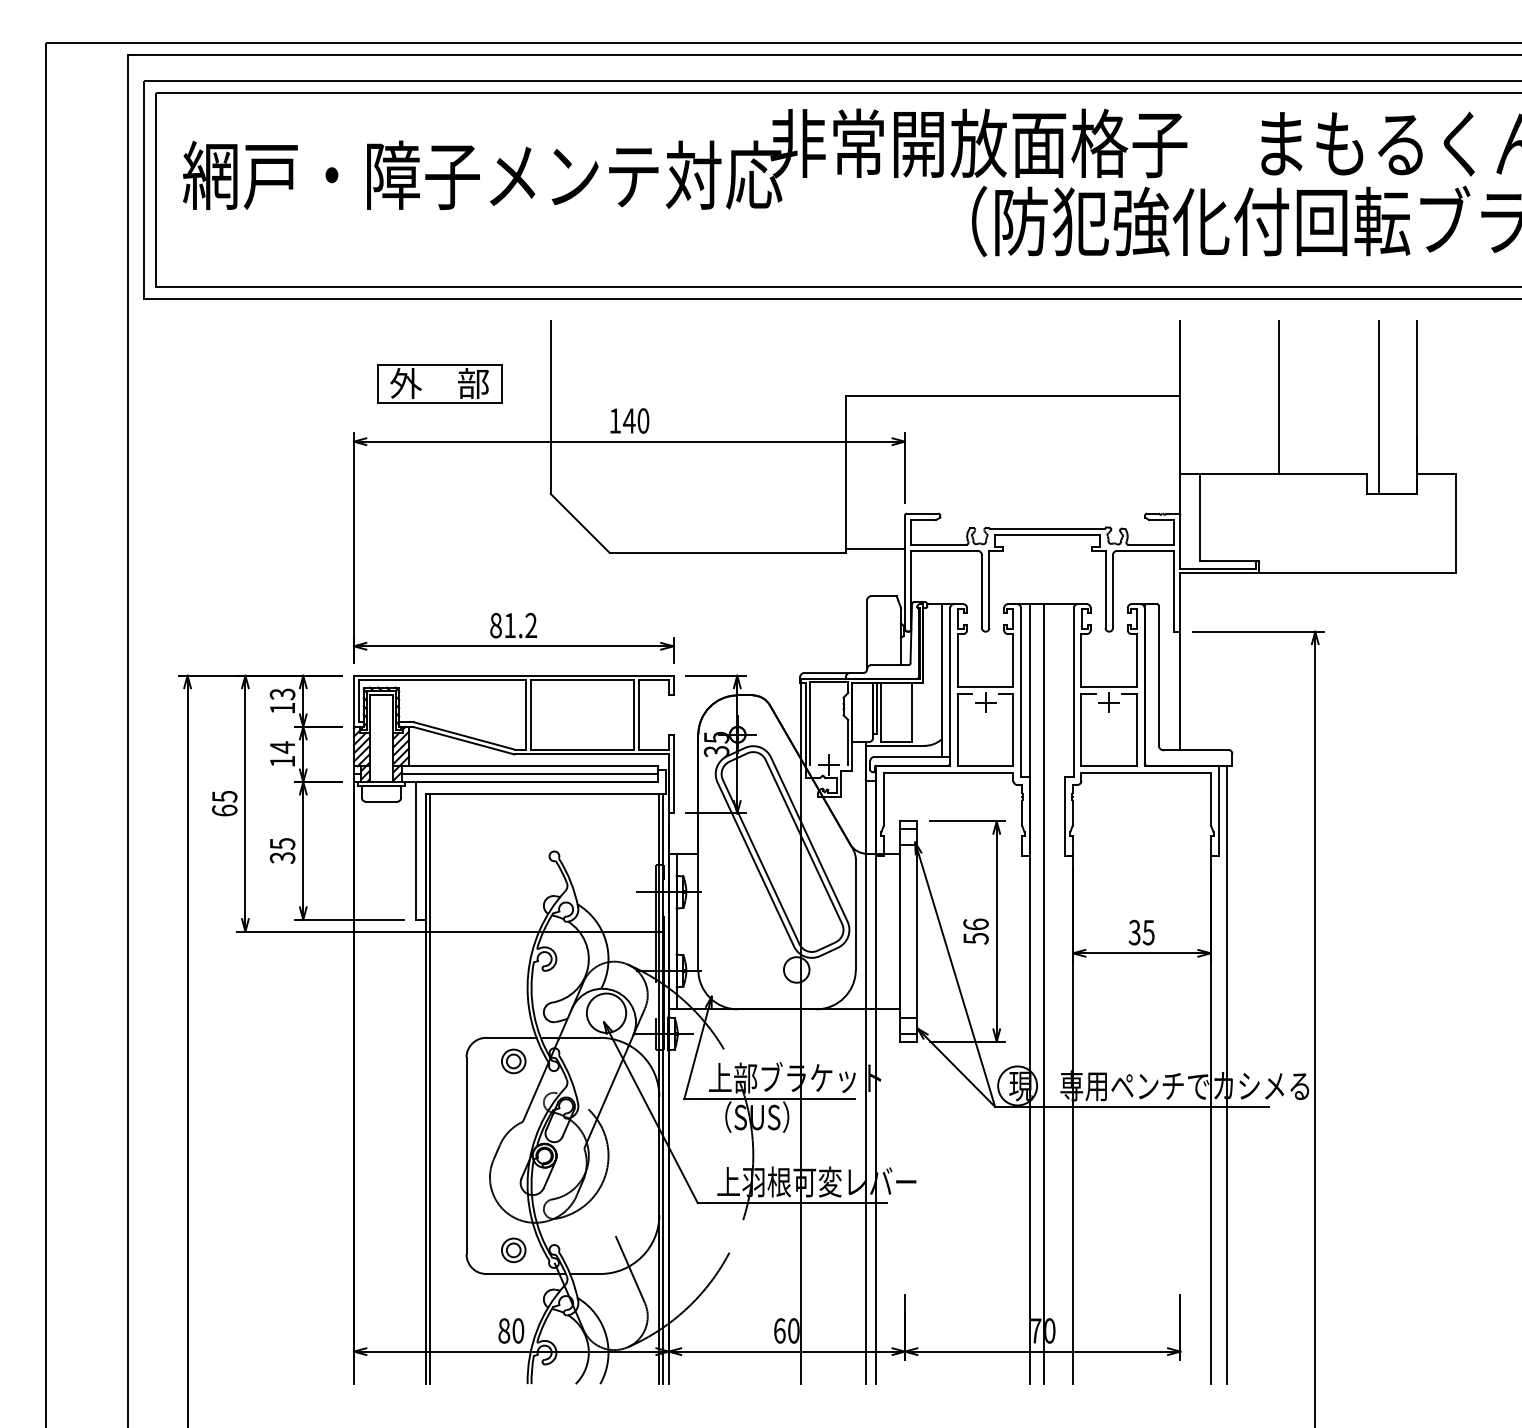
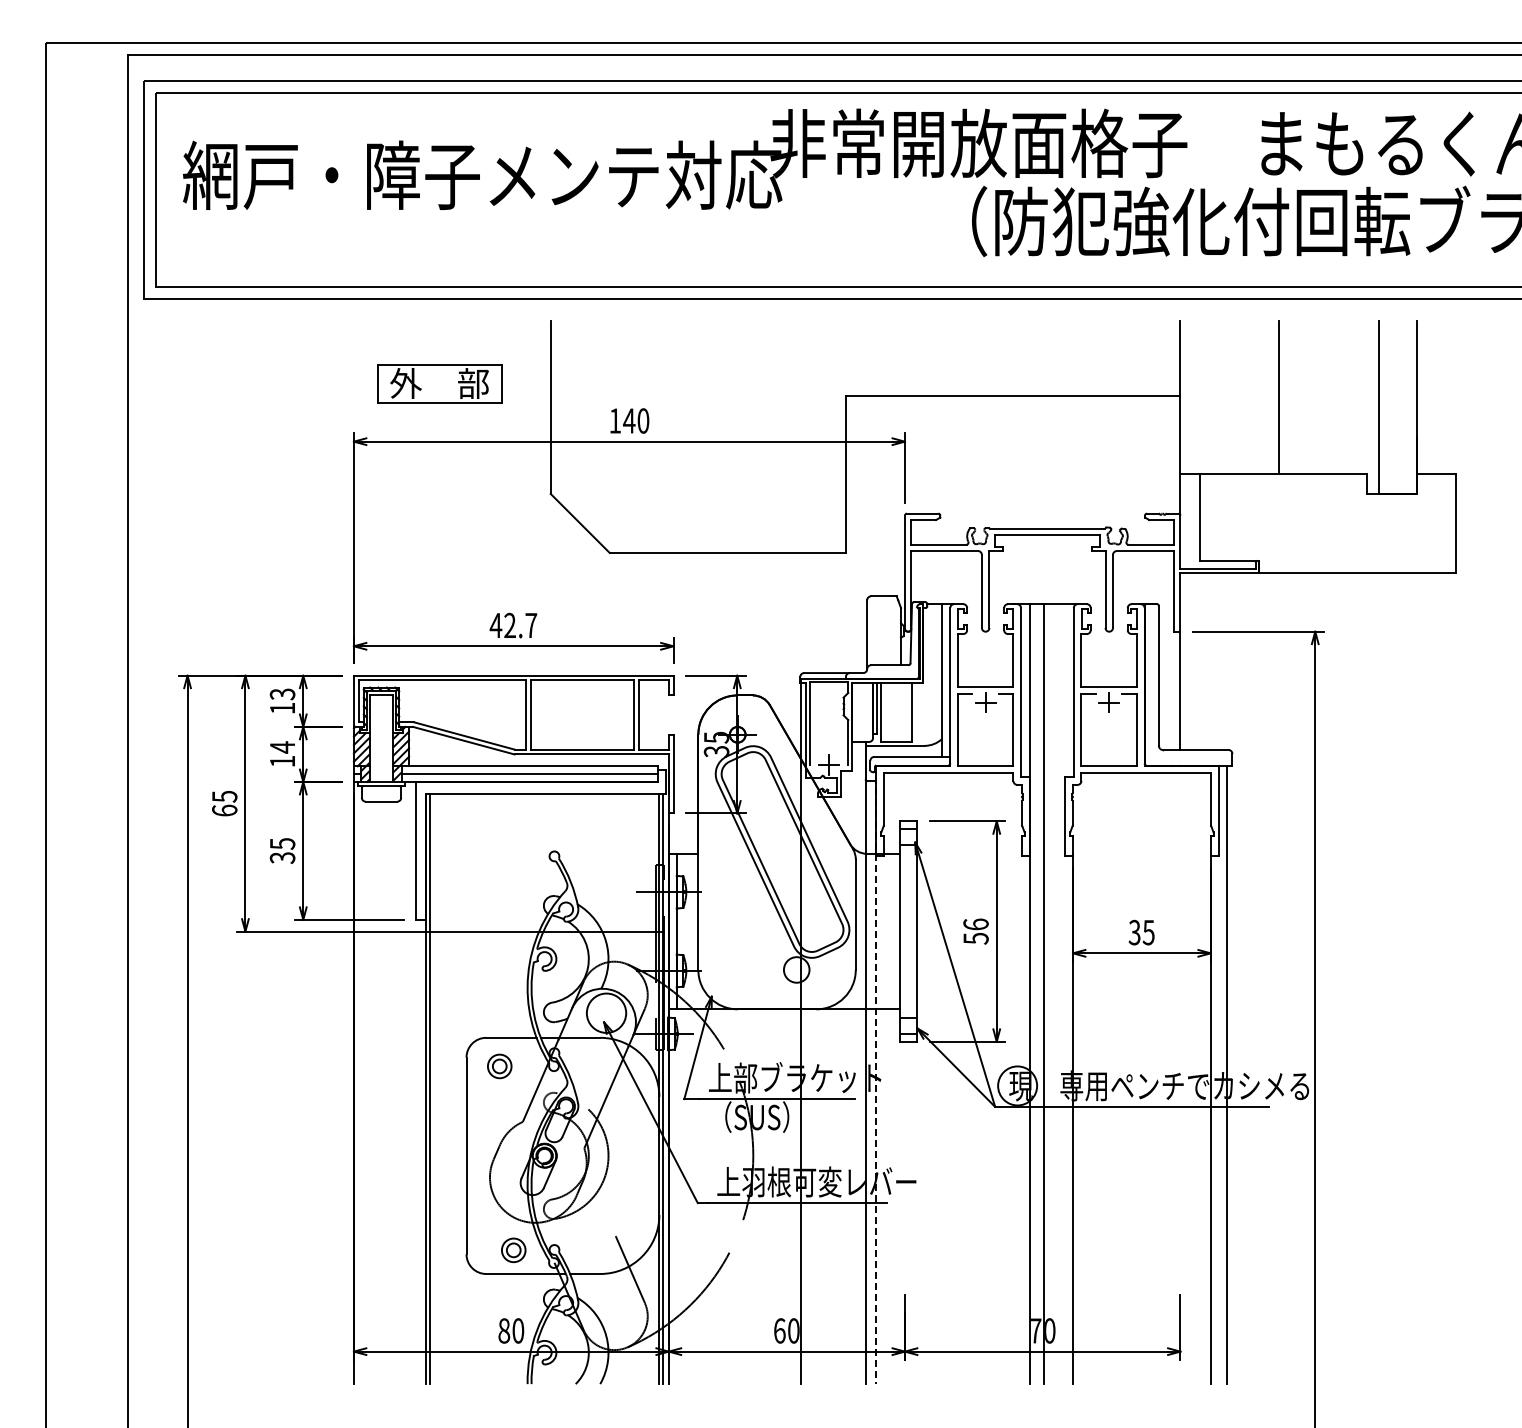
line at (874, 549): present -> none
text at (513, 625): 81.2 -> 42.7
part at (513, 1061) position: (513, 1061) -> (499, 1066)
line at (876, 1075): solid -> dashed
